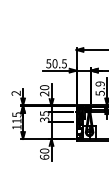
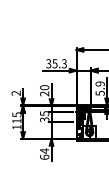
text at (56, 63): 50.5 -> 35.3
text at (44, 150): 60 -> 64
